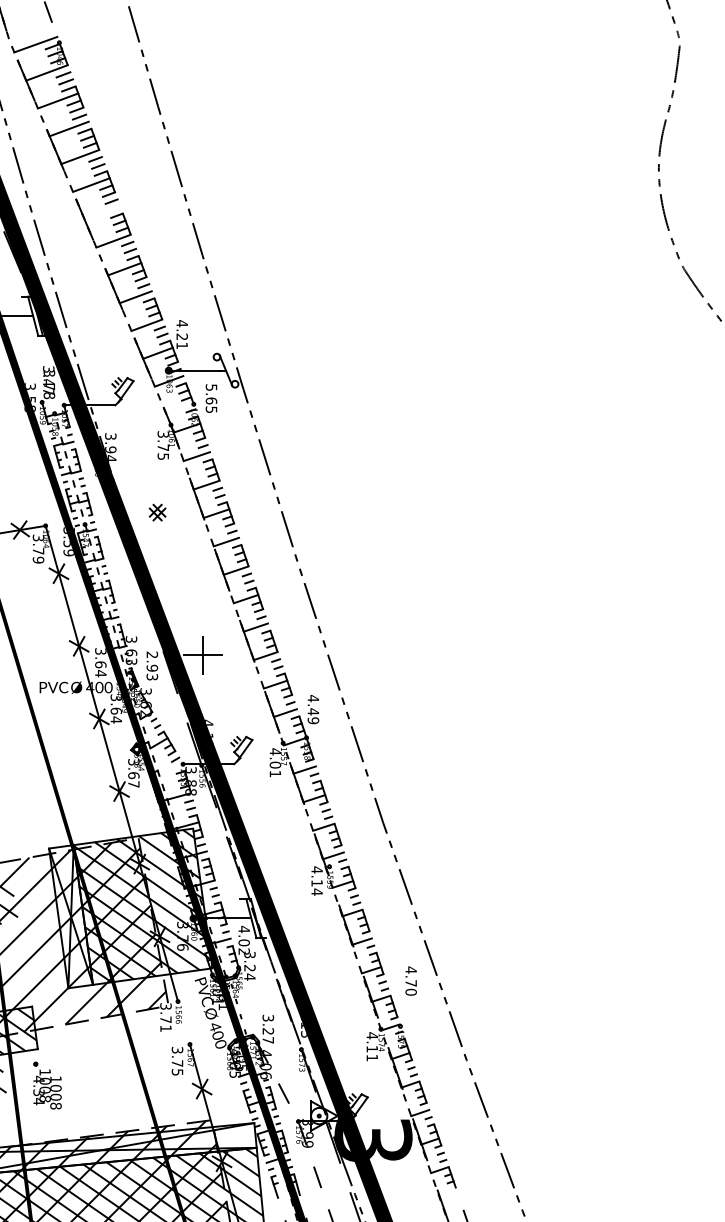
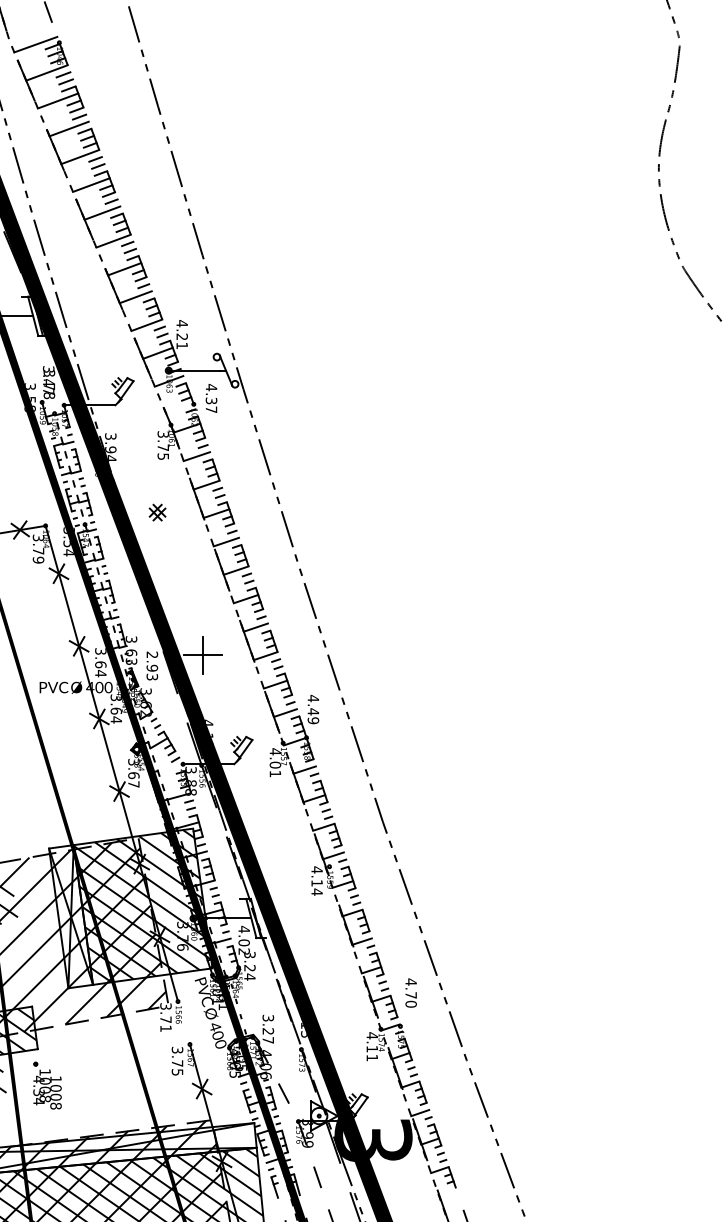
line at (102, 212): none -> present
text at (211, 397): 5.65 -> 4.37
text at (68, 552): 3.59 -> 3.54
text at (410, 980) position: (410, 980) -> (410, 992)
